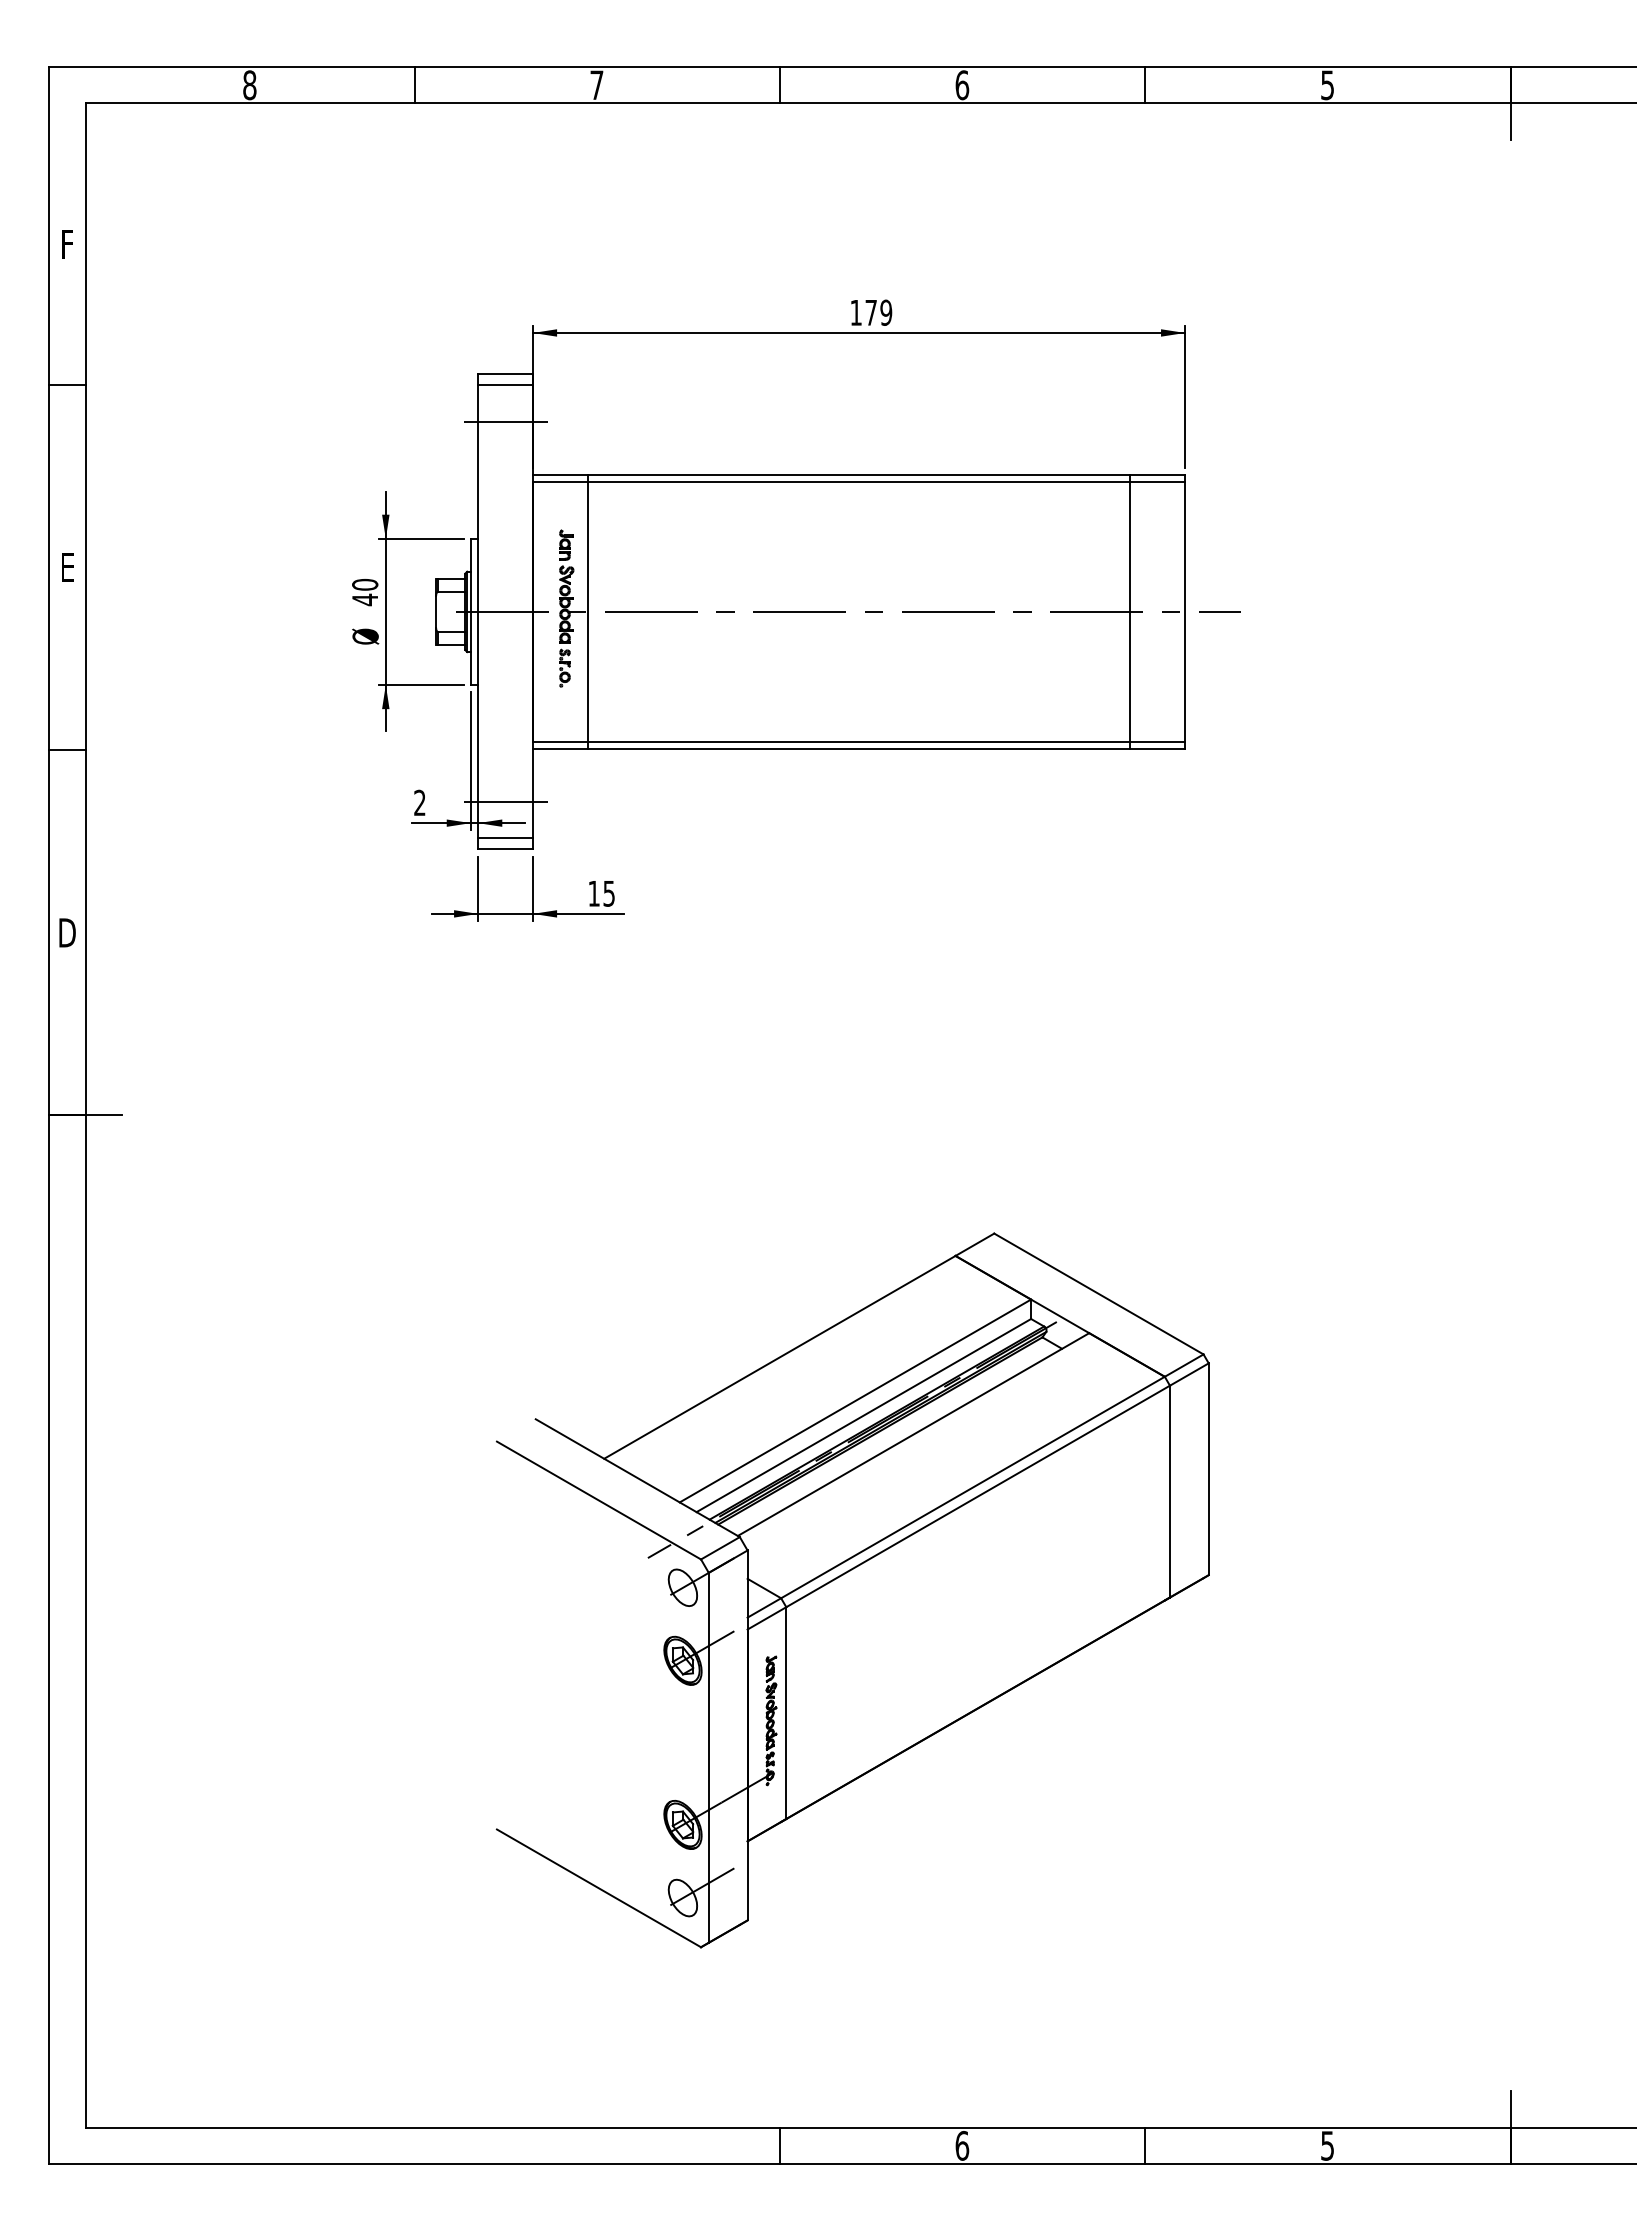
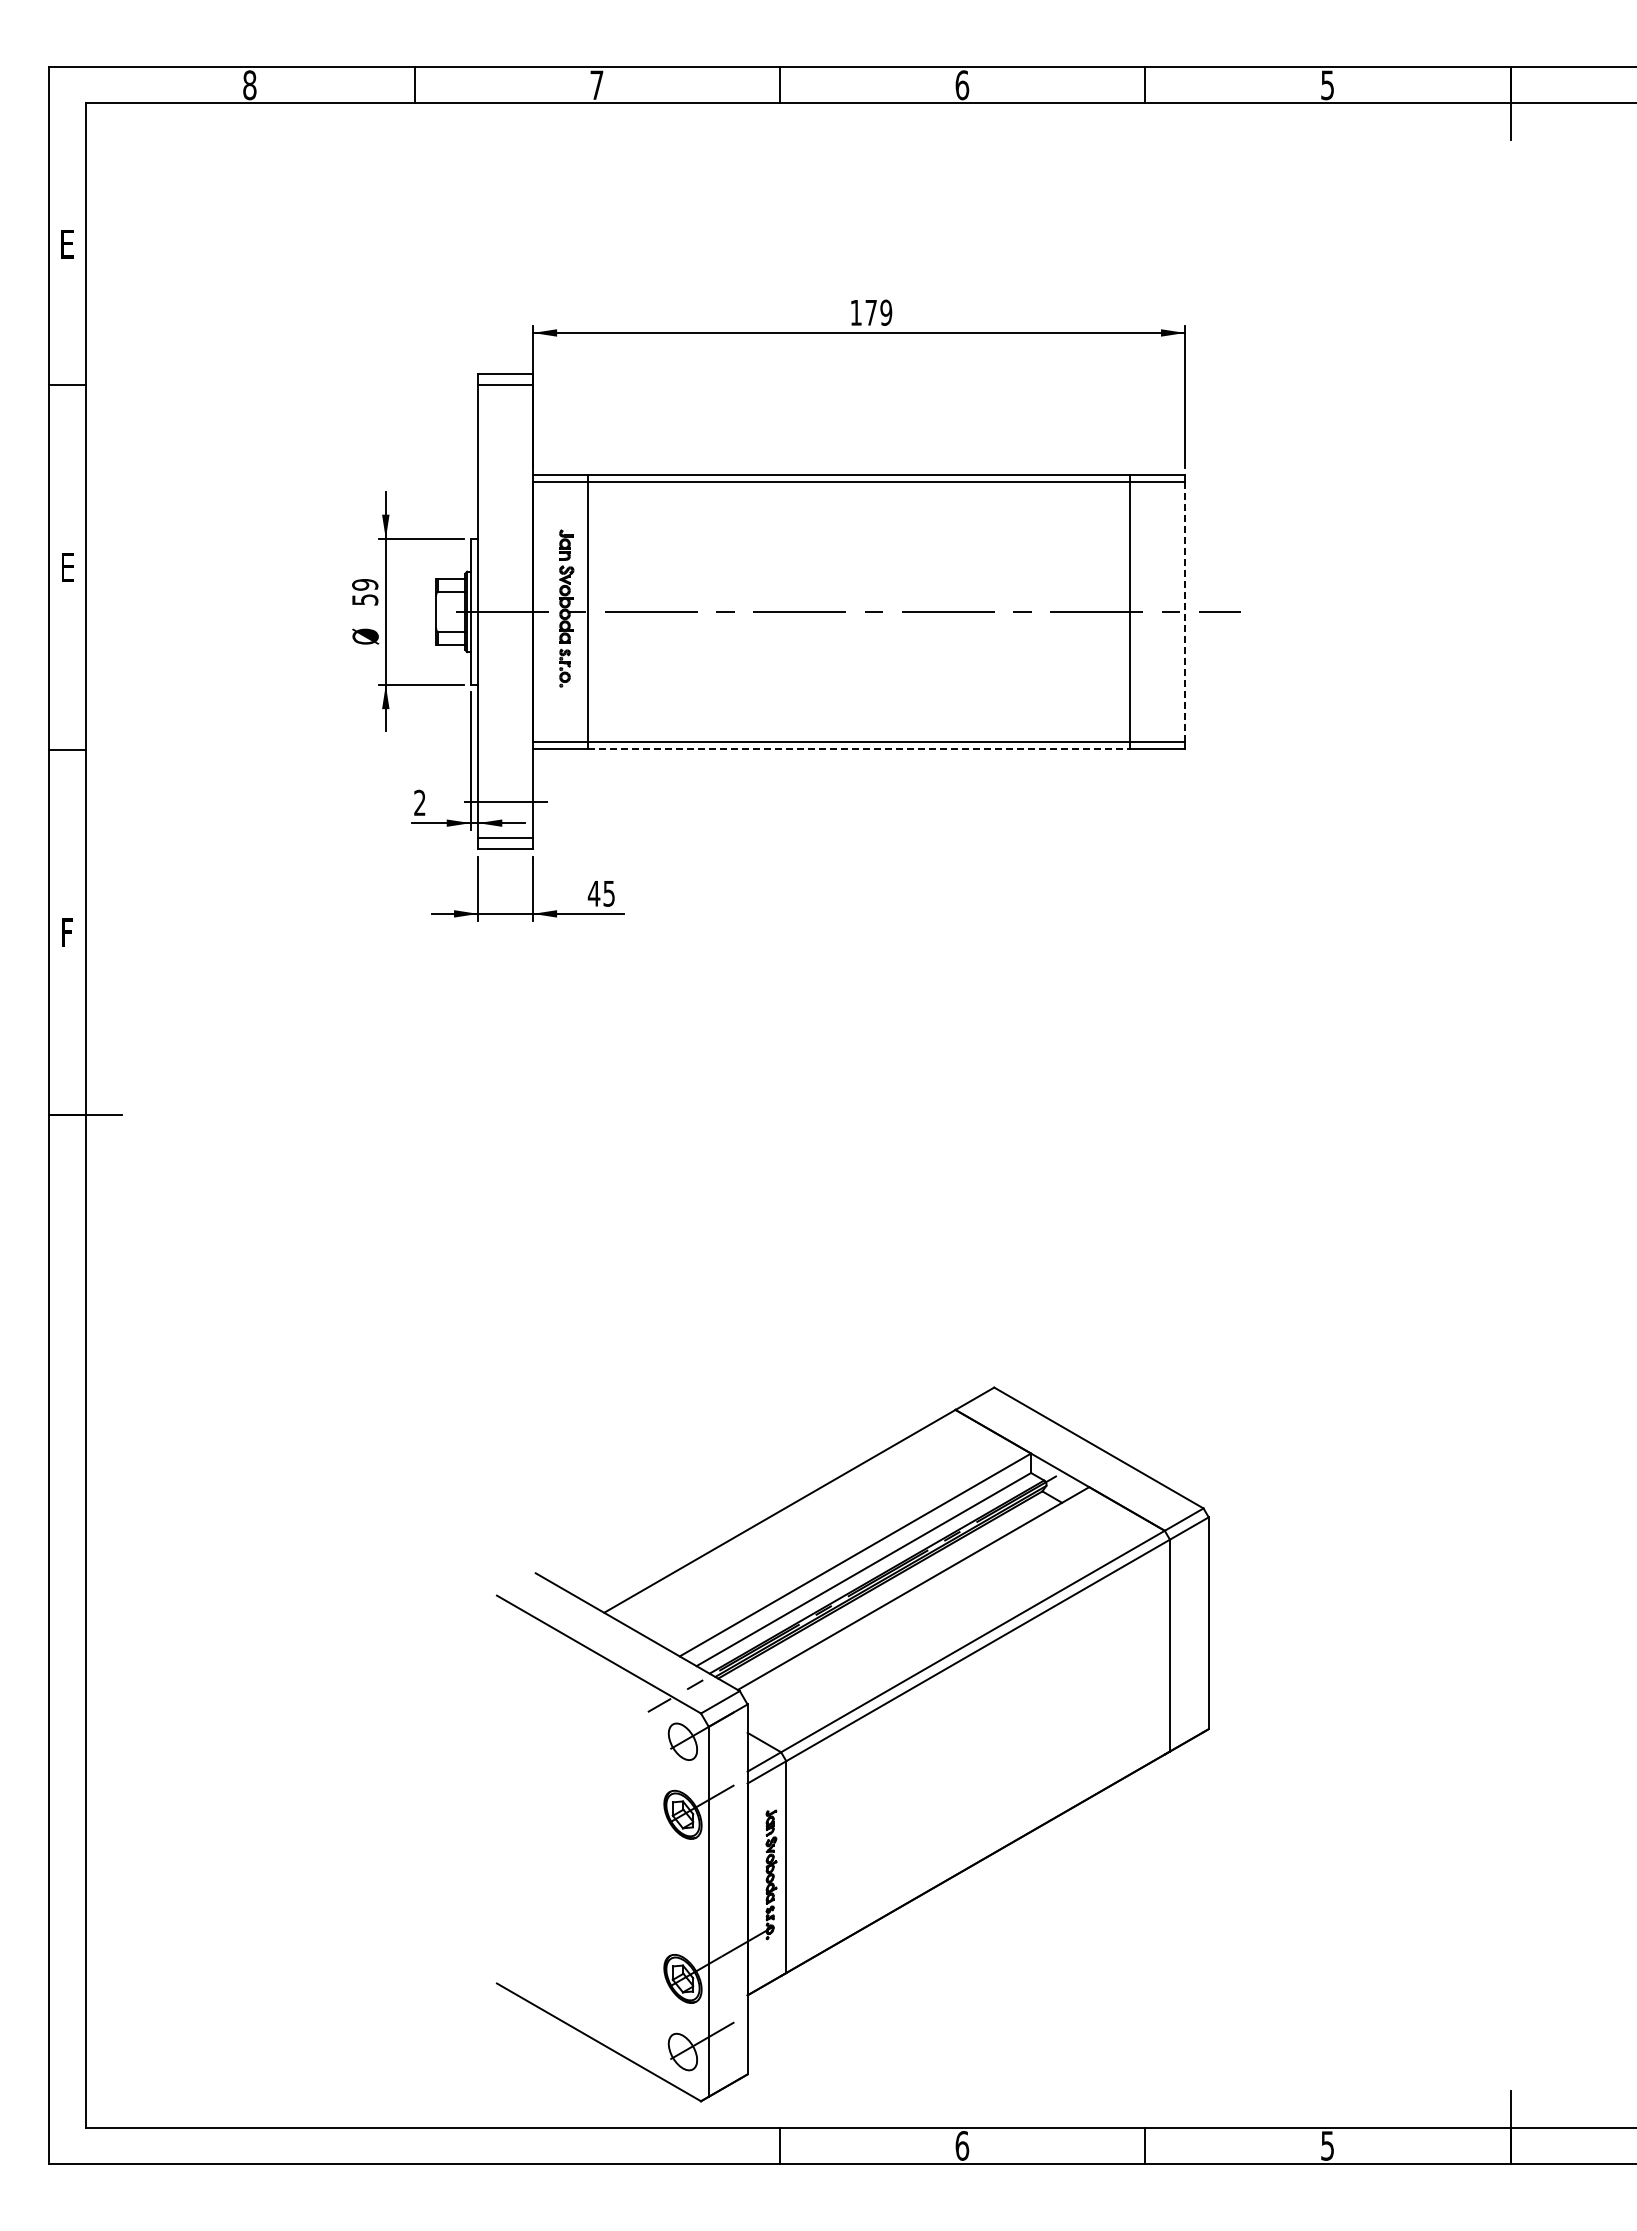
text at (67, 244): F -> E
line at (505, 421): present -> none
text at (365, 592): 40 -> 59
line at (1185, 611): solid -> dashed
line at (859, 748): solid -> dashed
text at (593, 893): 15 -> 45
text at (67, 932): D -> F
part at (852, 1590) position: (852, 1590) -> (852, 1744)
